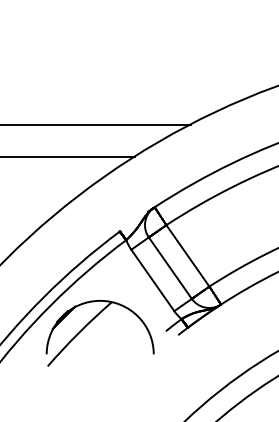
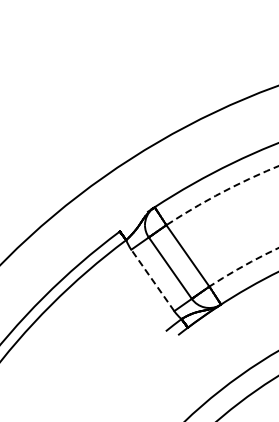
line at (96, 125): present -> none
line at (68, 157): present -> none
arc at (220, 193): solid -> dashed
arc at (242, 266): solid -> dashed
line at (152, 280): solid -> dashed
part at (90, 323): present -> none
